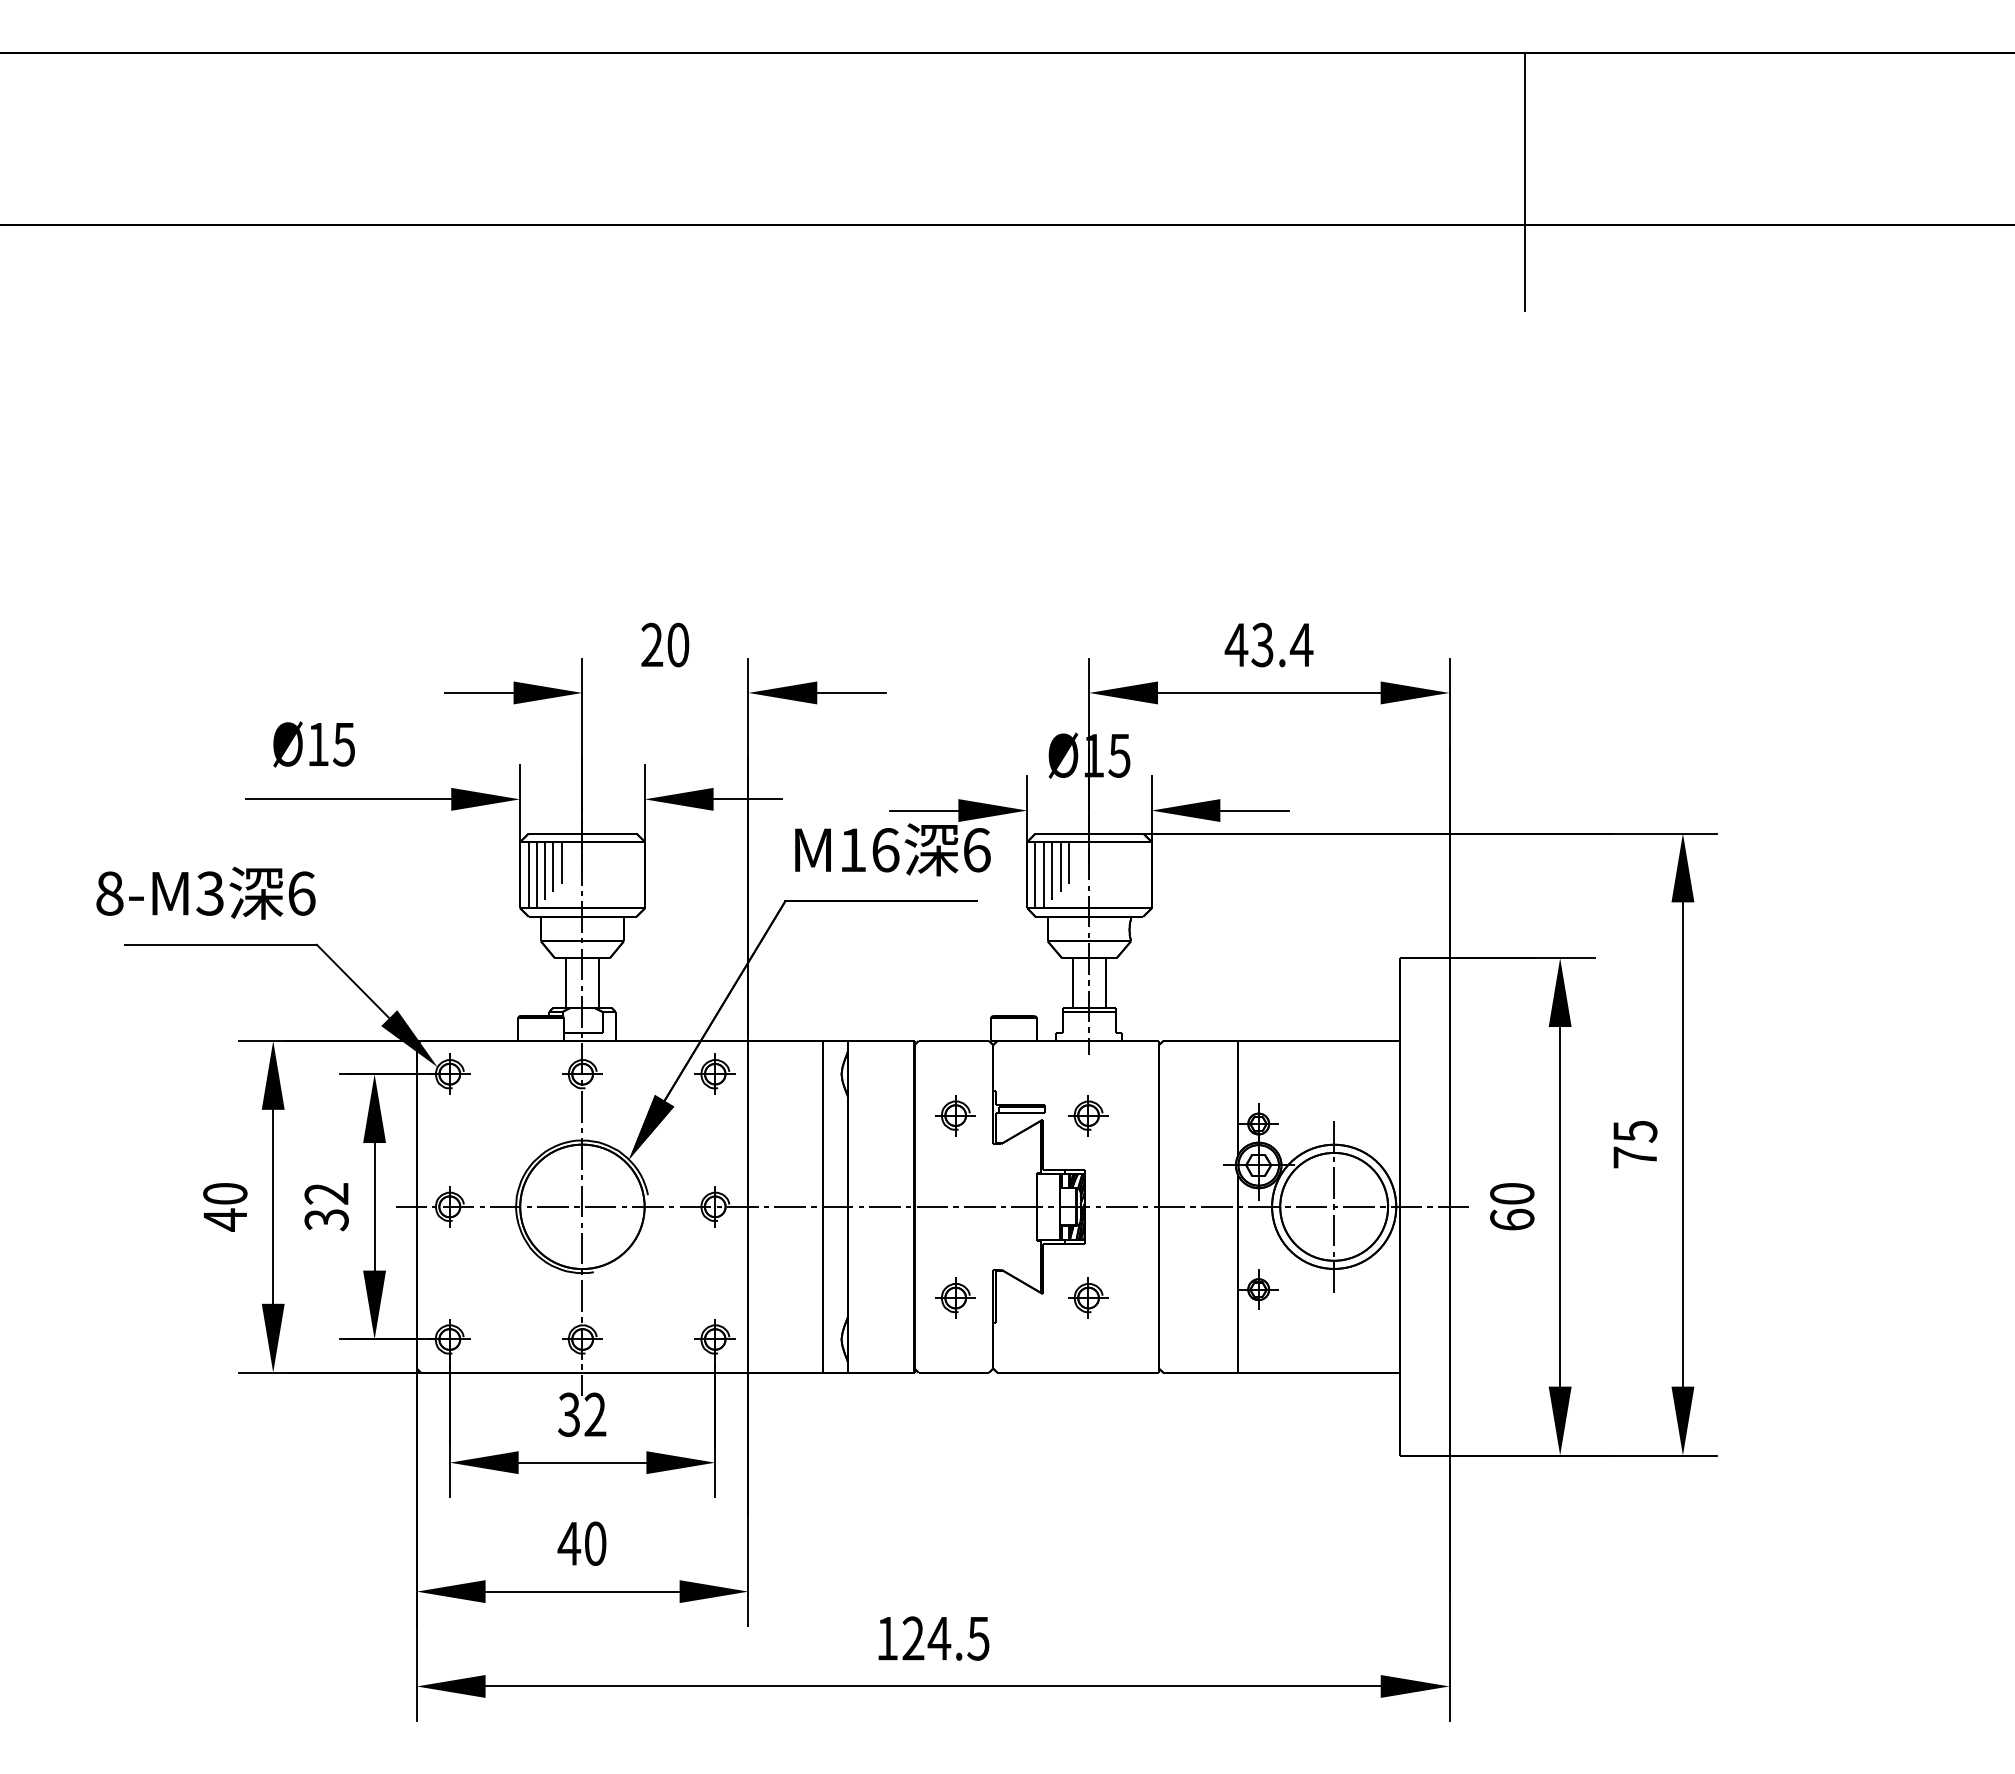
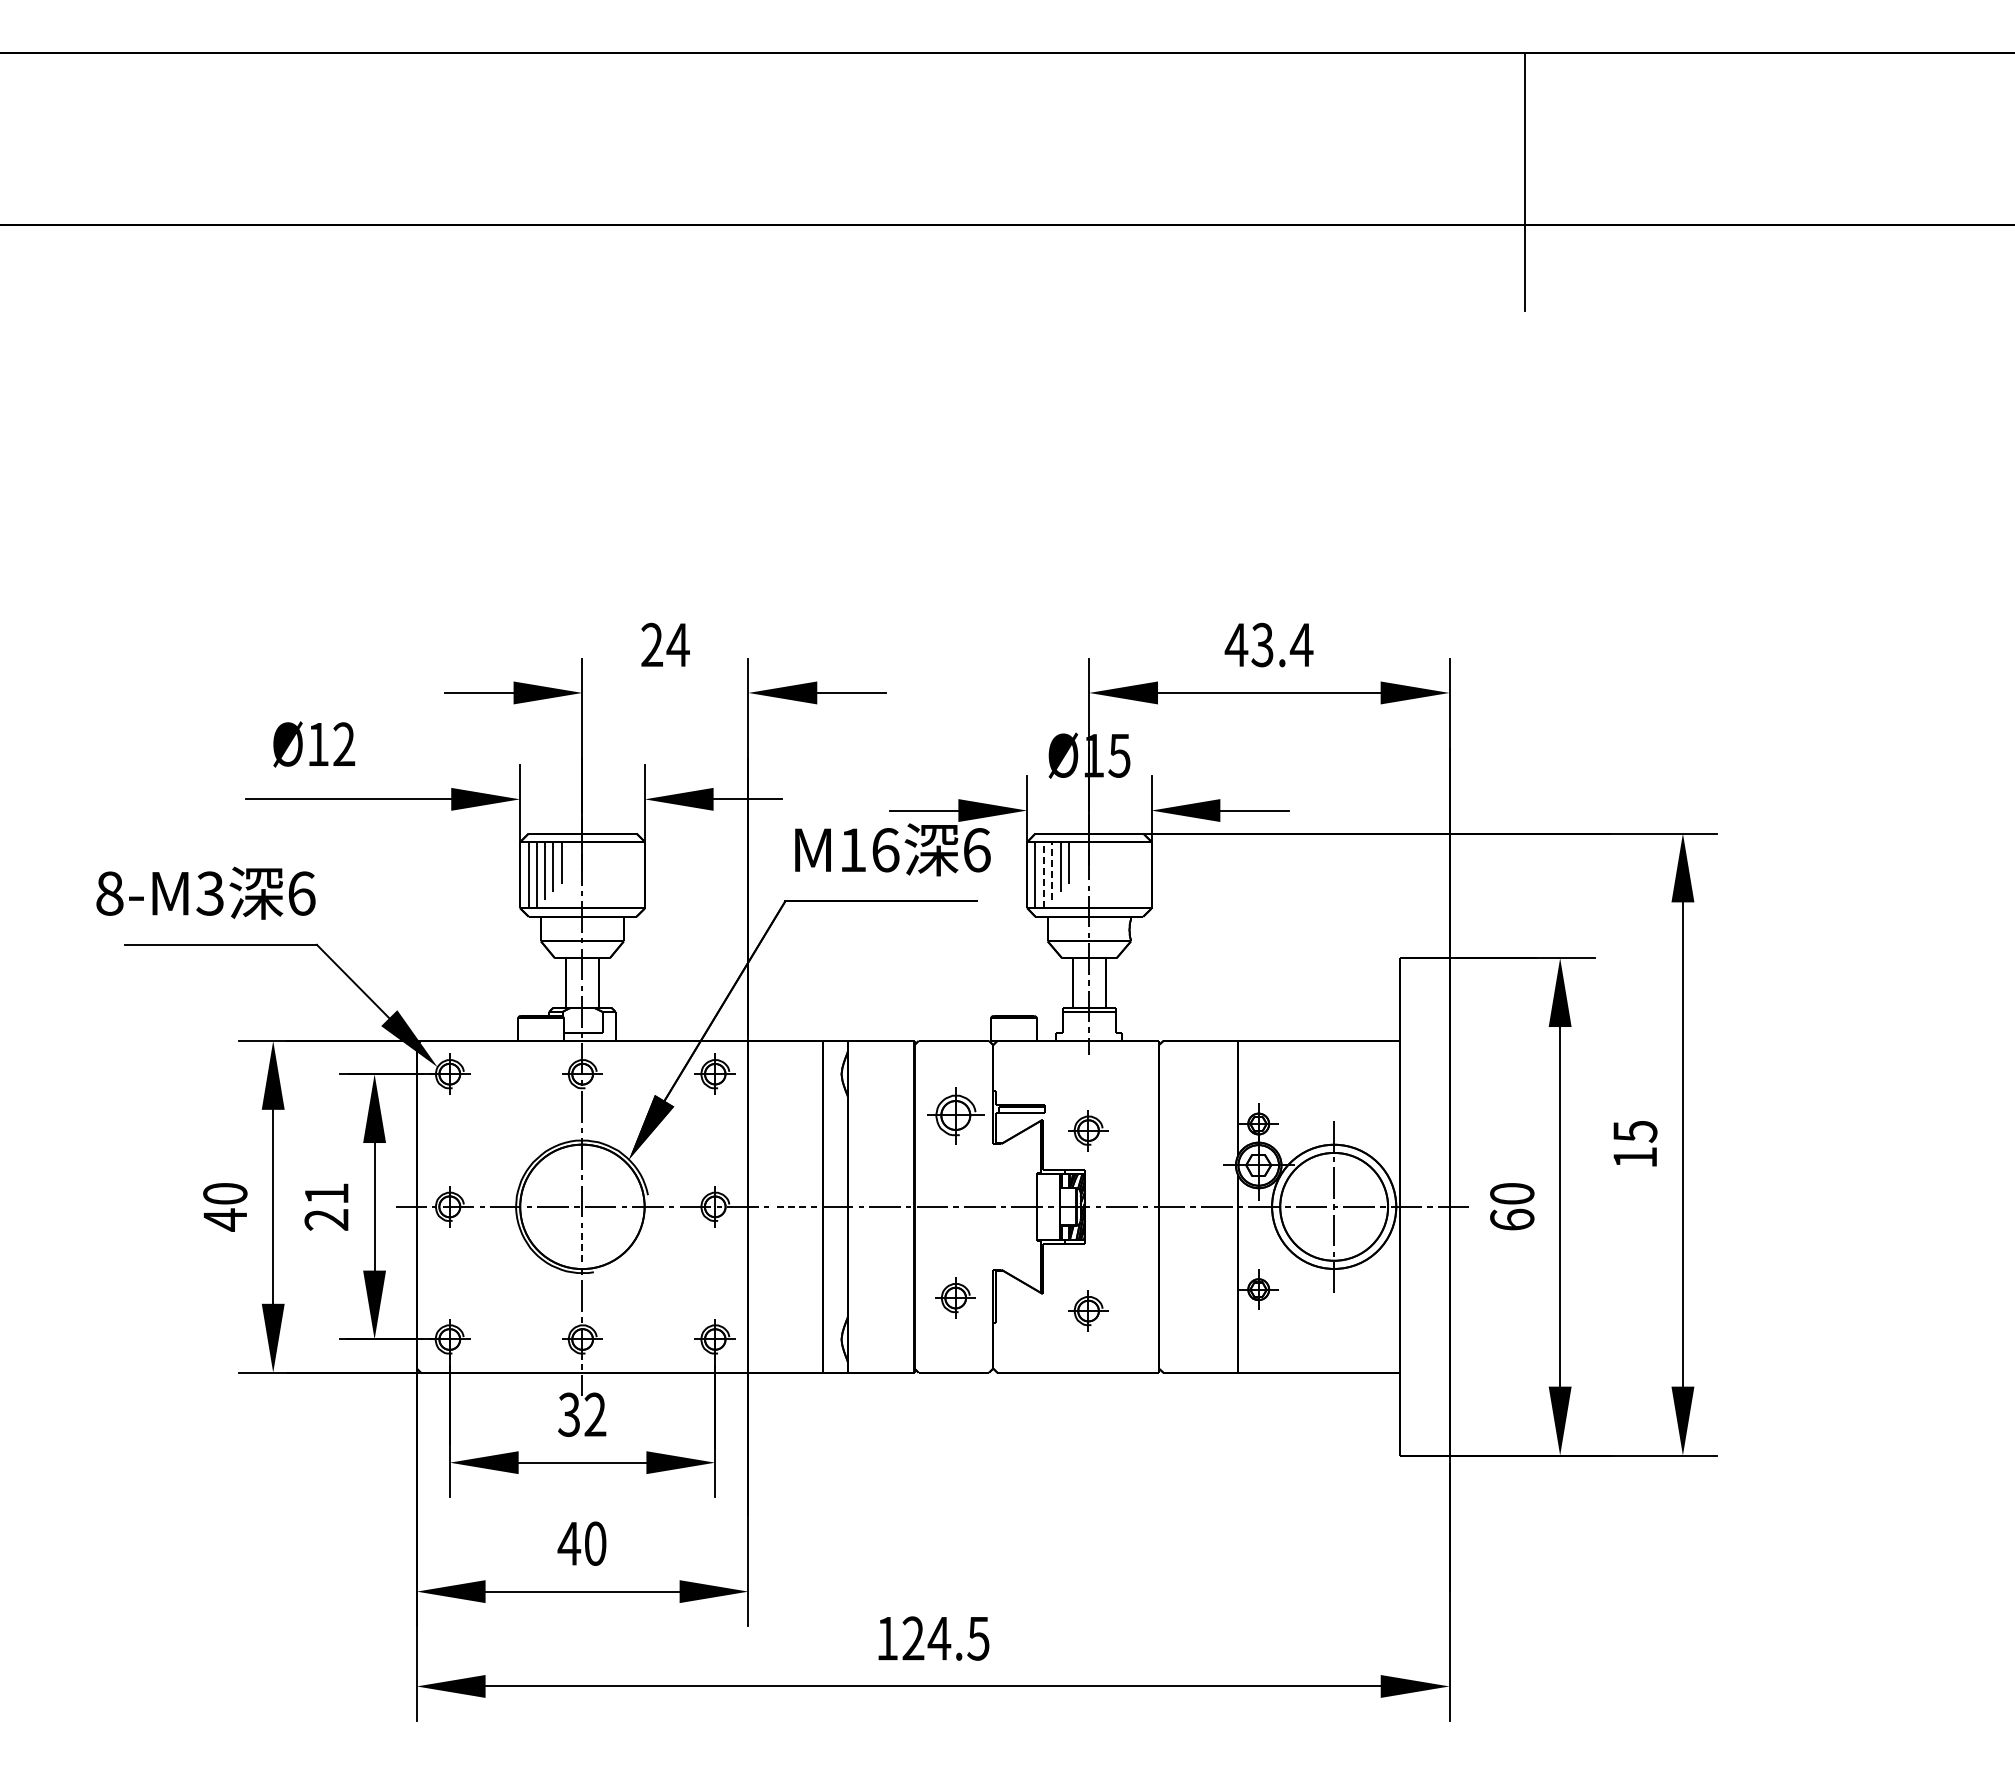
text at (677, 644): 20 -> 24
text at (344, 744): Ø15 -> Ø12
line at (1051, 871): solid -> dashed
line at (1043, 874): solid -> dashed
part at (955, 1115) size: 41x42 px -> 58x58 px
part at (1088, 1115) position: (1088, 1115) -> (1088, 1130)
text at (1634, 1157): 75 -> 15
text at (326, 1207): 32 -> 21
line at (790, 1207): solid -> dashed
line at (582, 1248): solid -> dashed
part at (1088, 1297) position: (1088, 1297) -> (1088, 1310)
